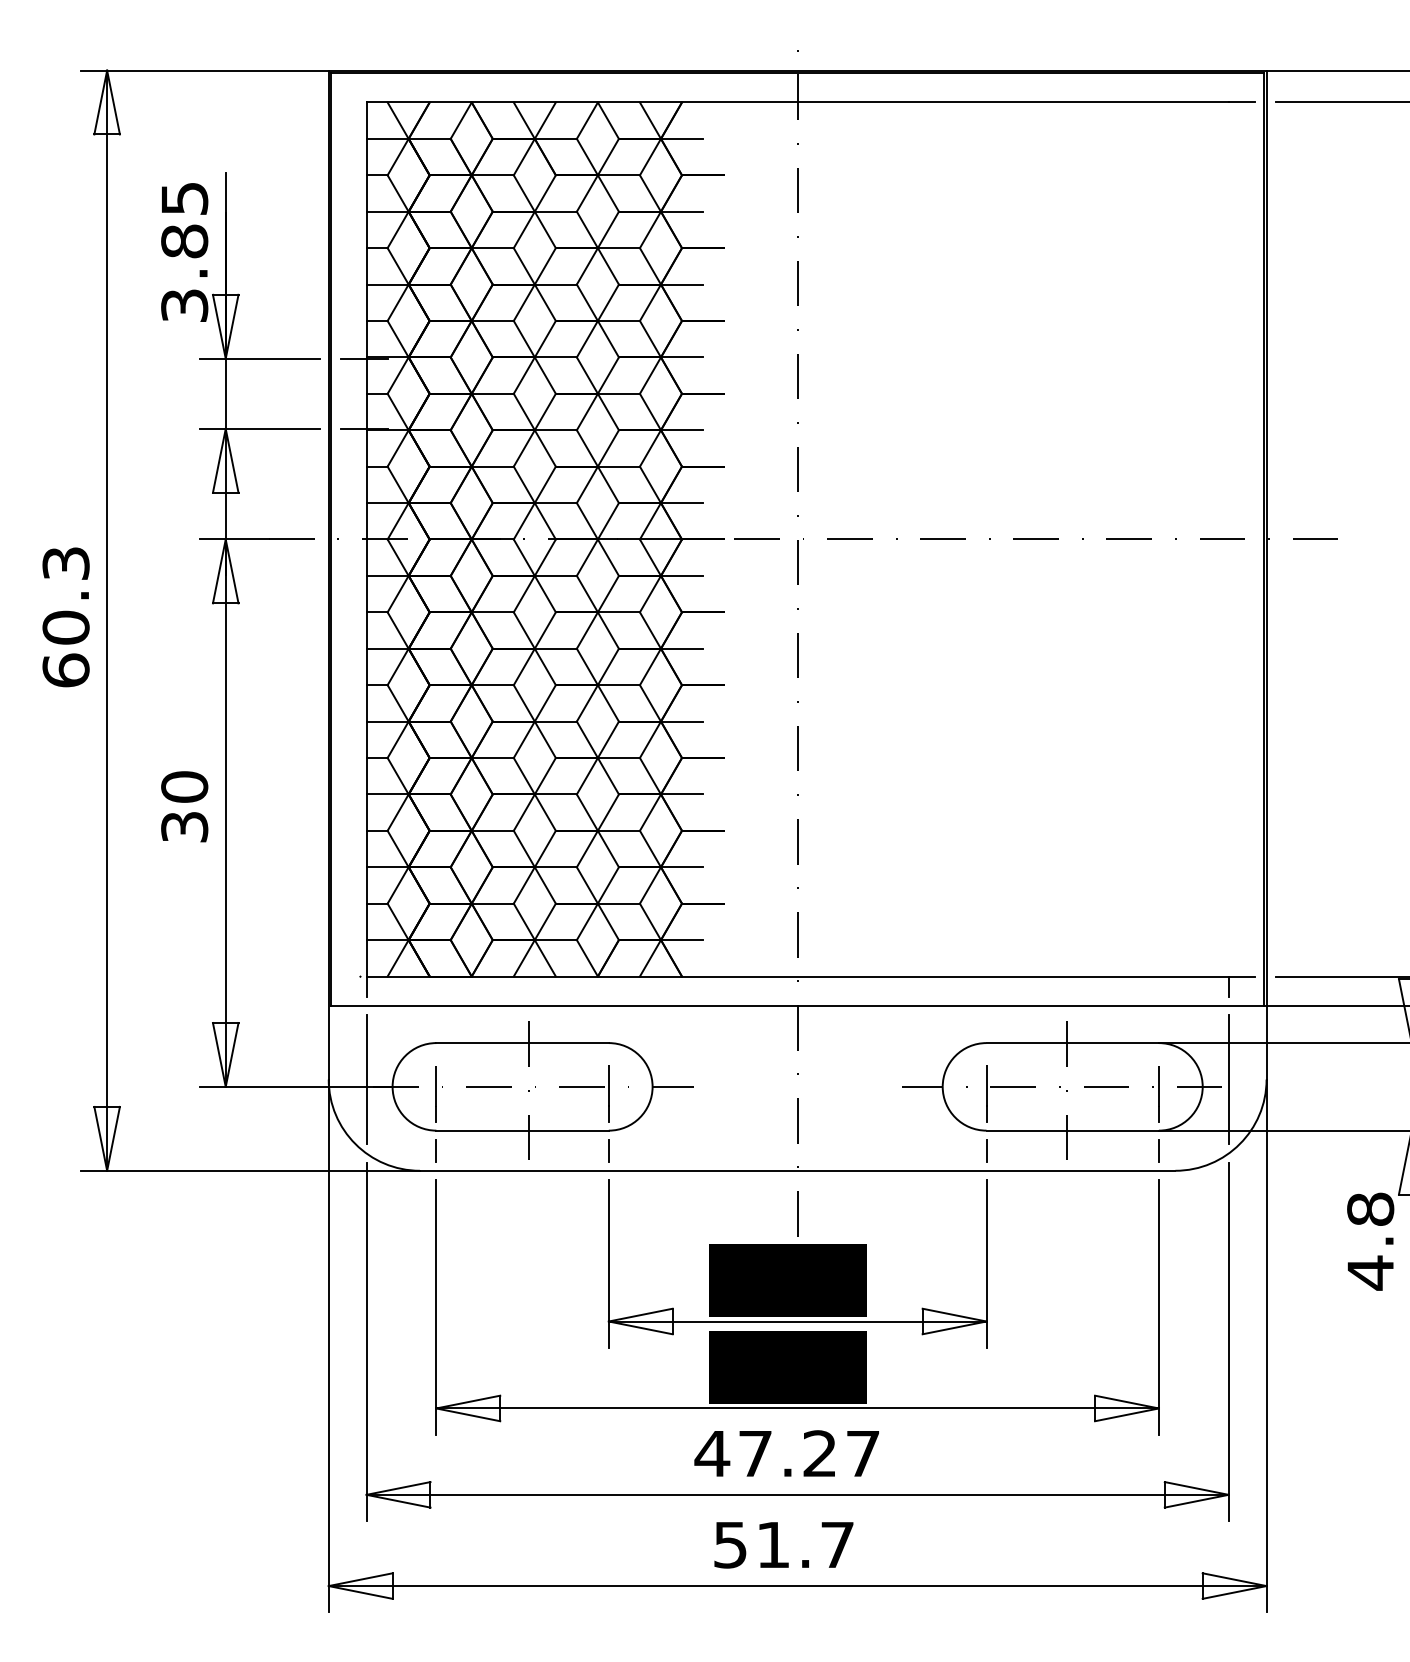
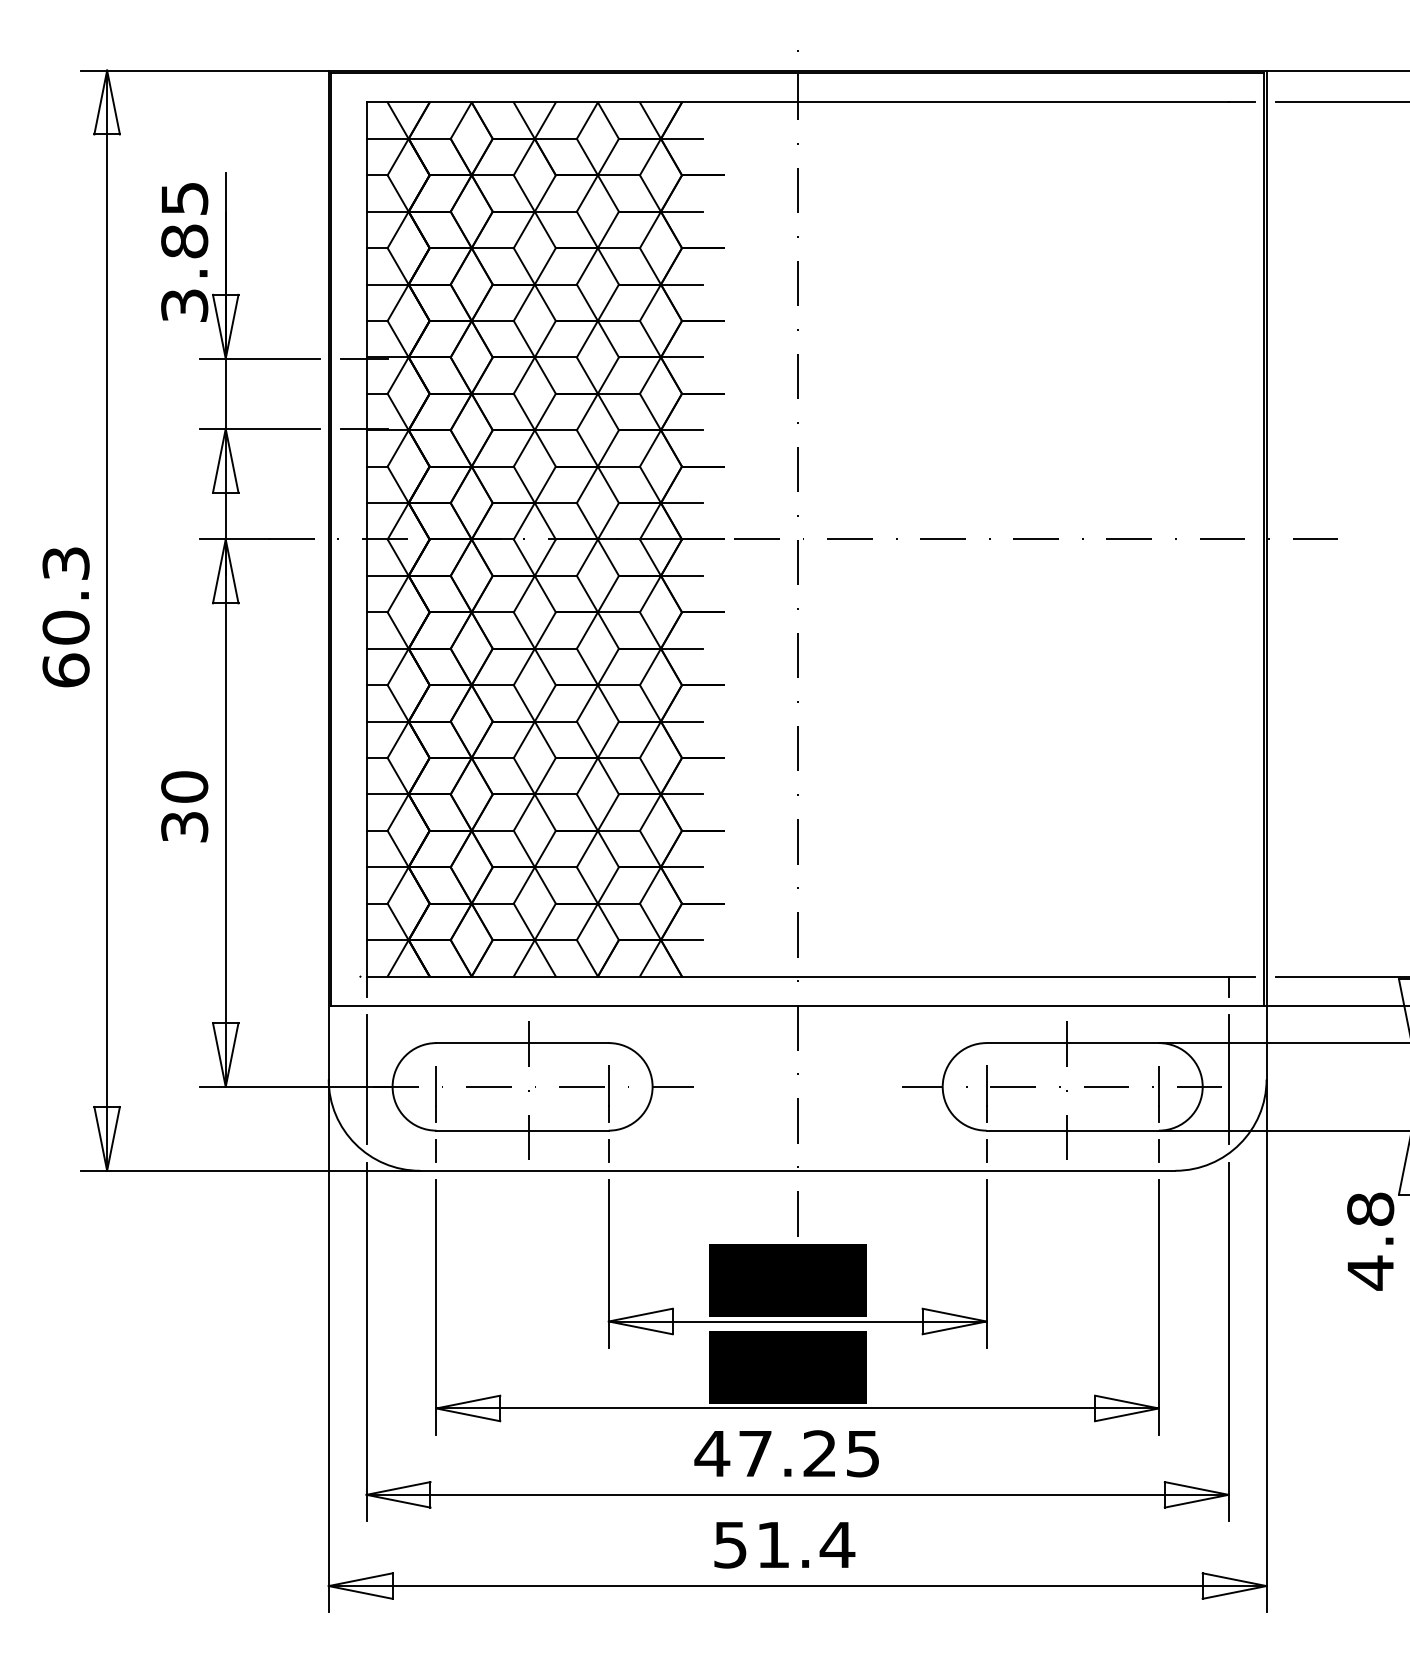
text at (863, 1454): 47.27 -> 47.25
text at (837, 1544): 51.7 -> 51.4
